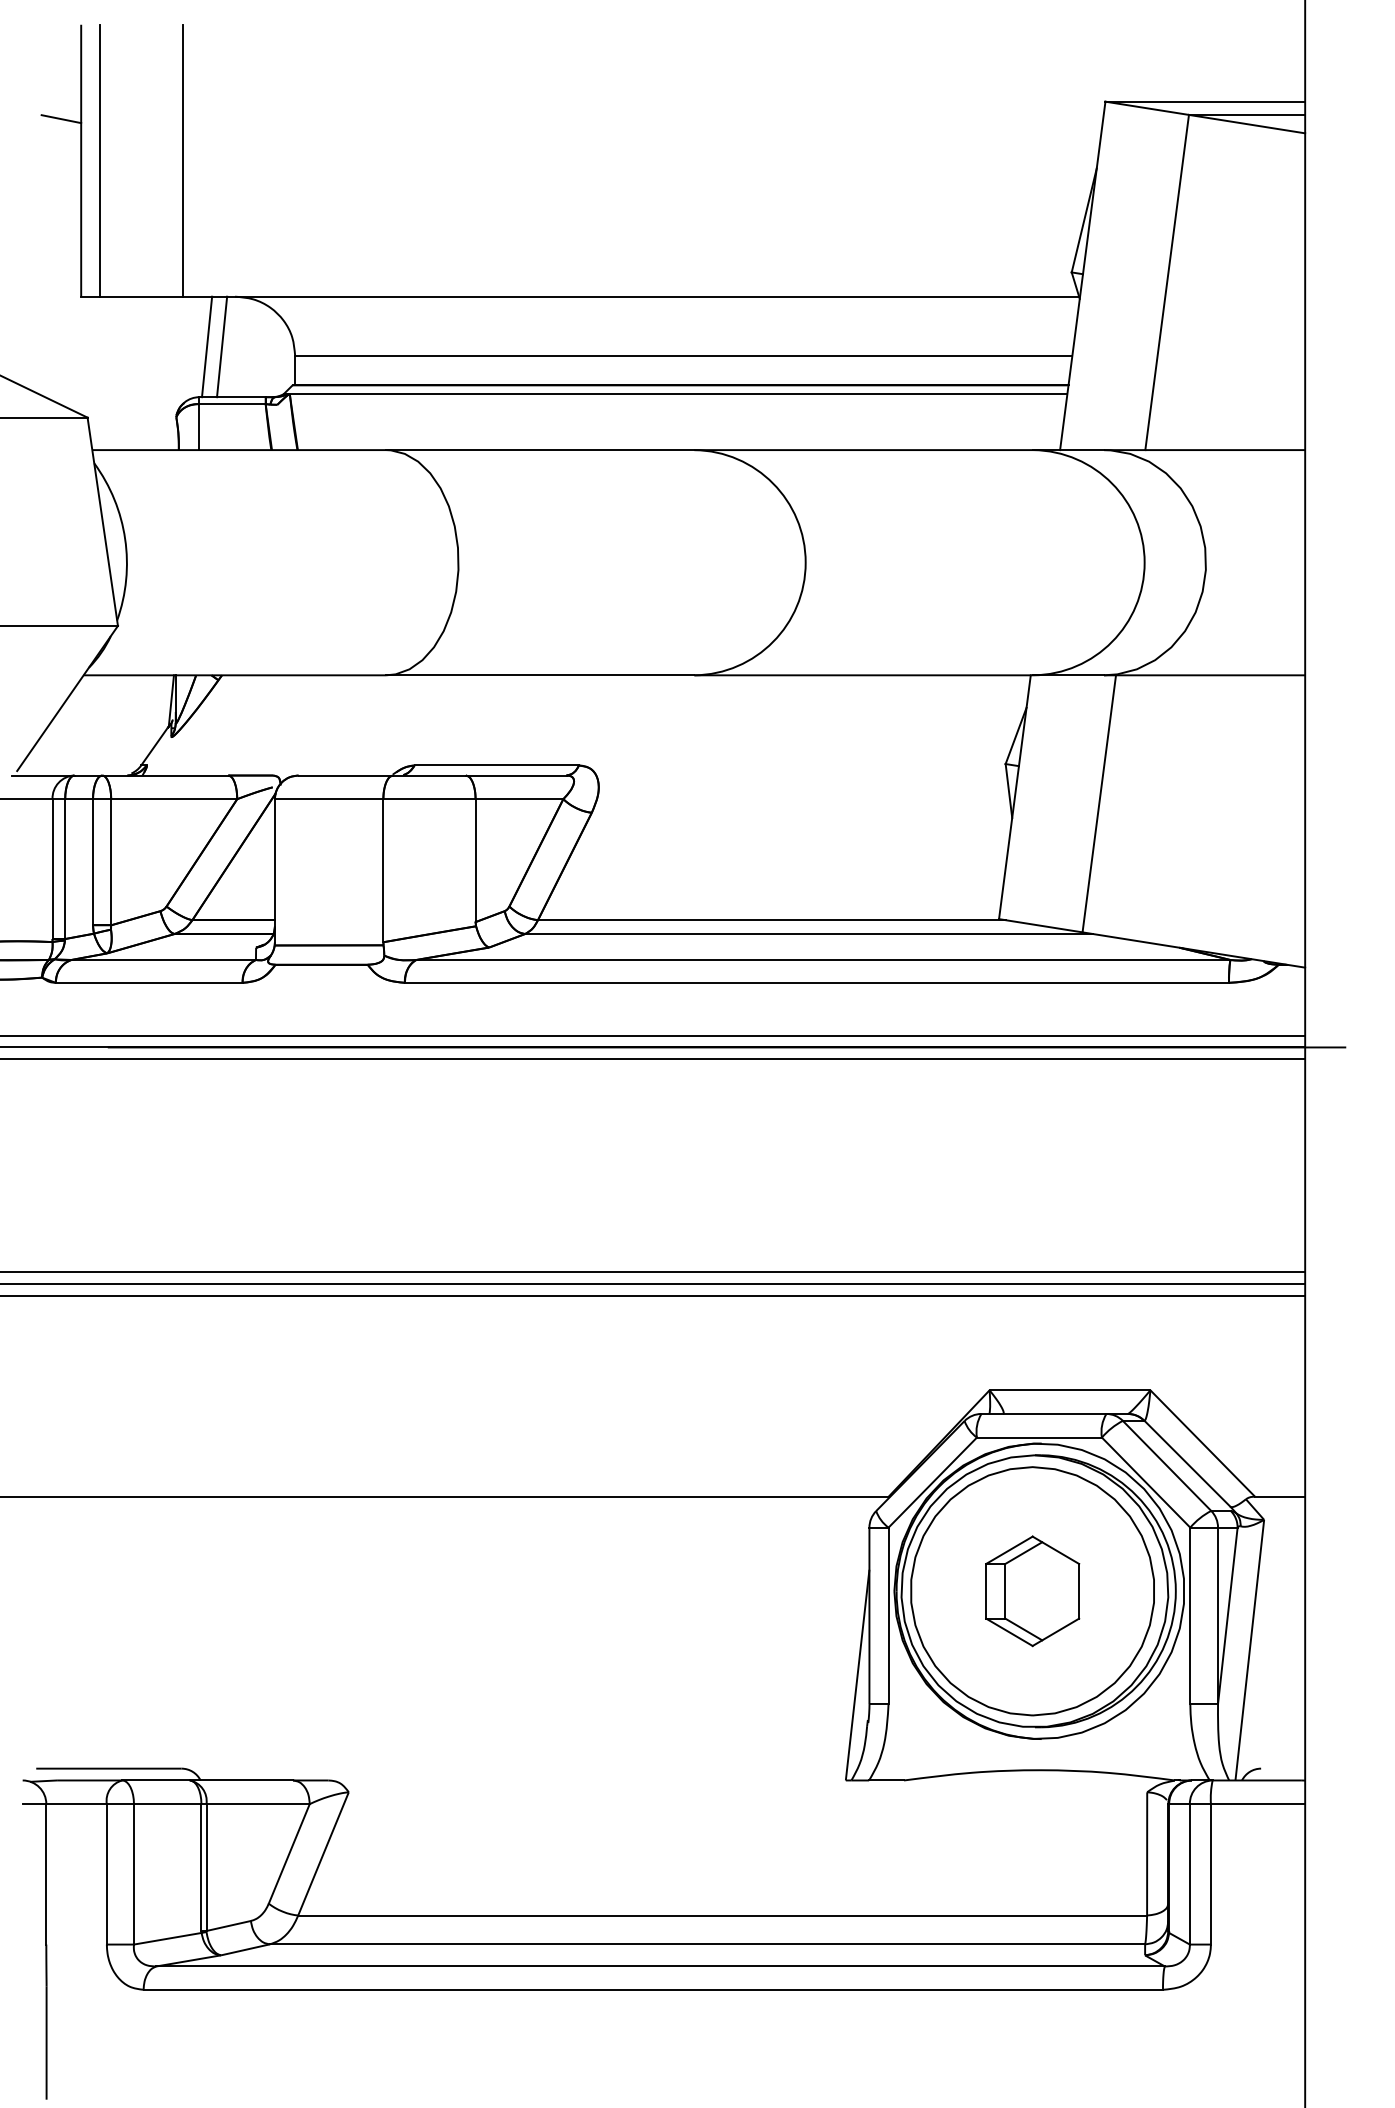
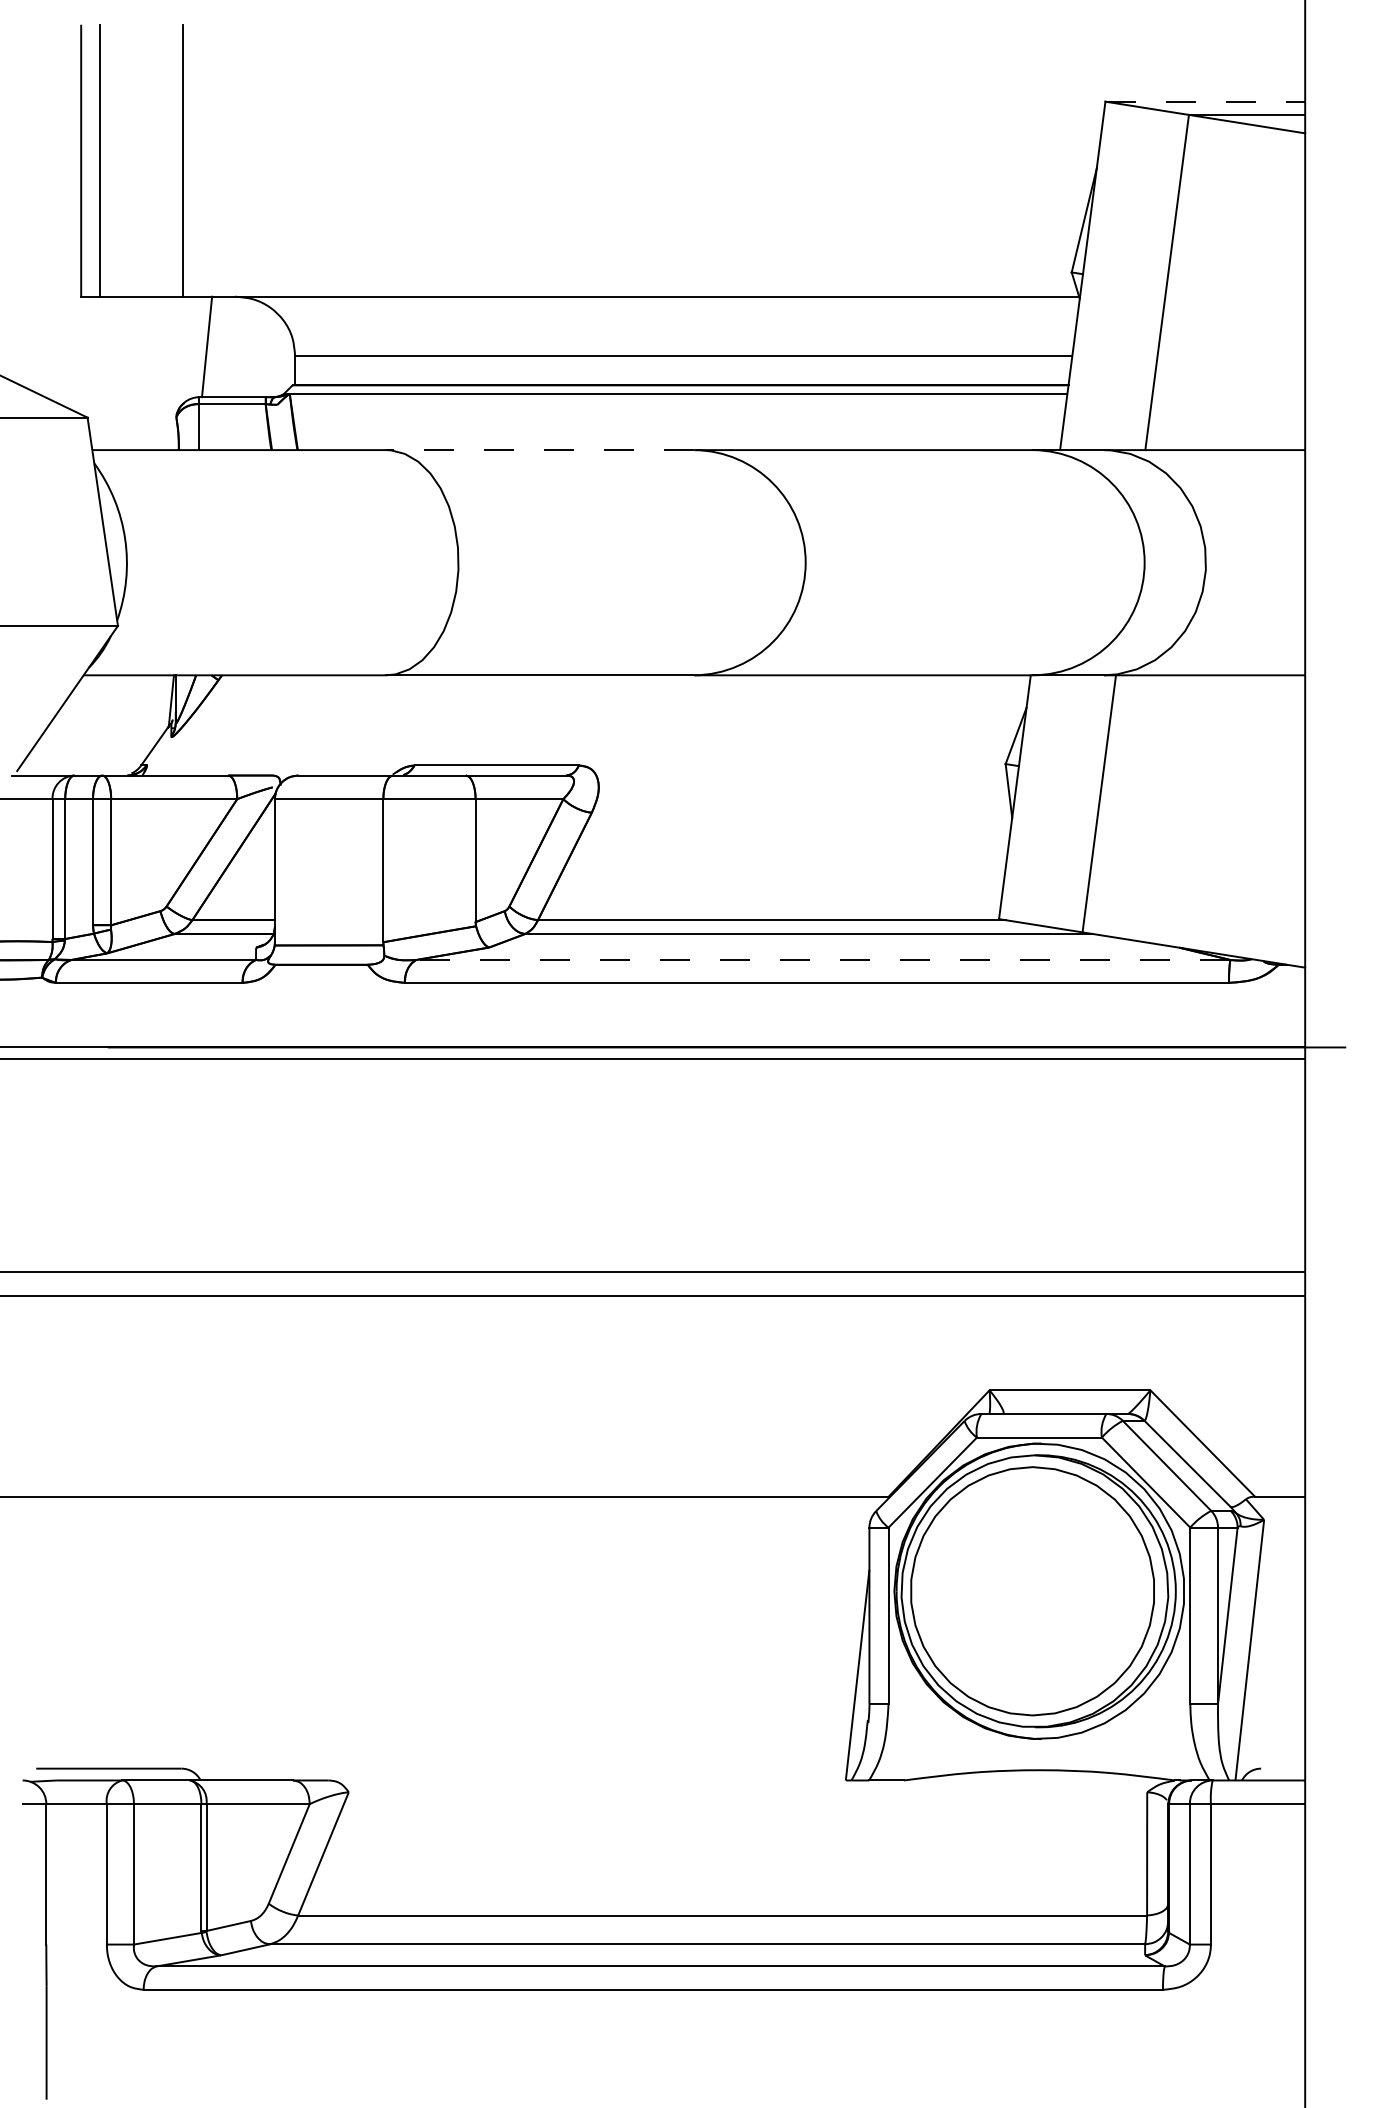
line at (1205, 101): solid -> dashed
line at (61, 119): present -> none
line at (222, 346): present -> none
line at (539, 450): solid -> dashed
line at (822, 960): solid -> dashed
line at (653, 1035): present -> none
line at (653, 1283): present -> none
part at (1032, 1591): present -> none
